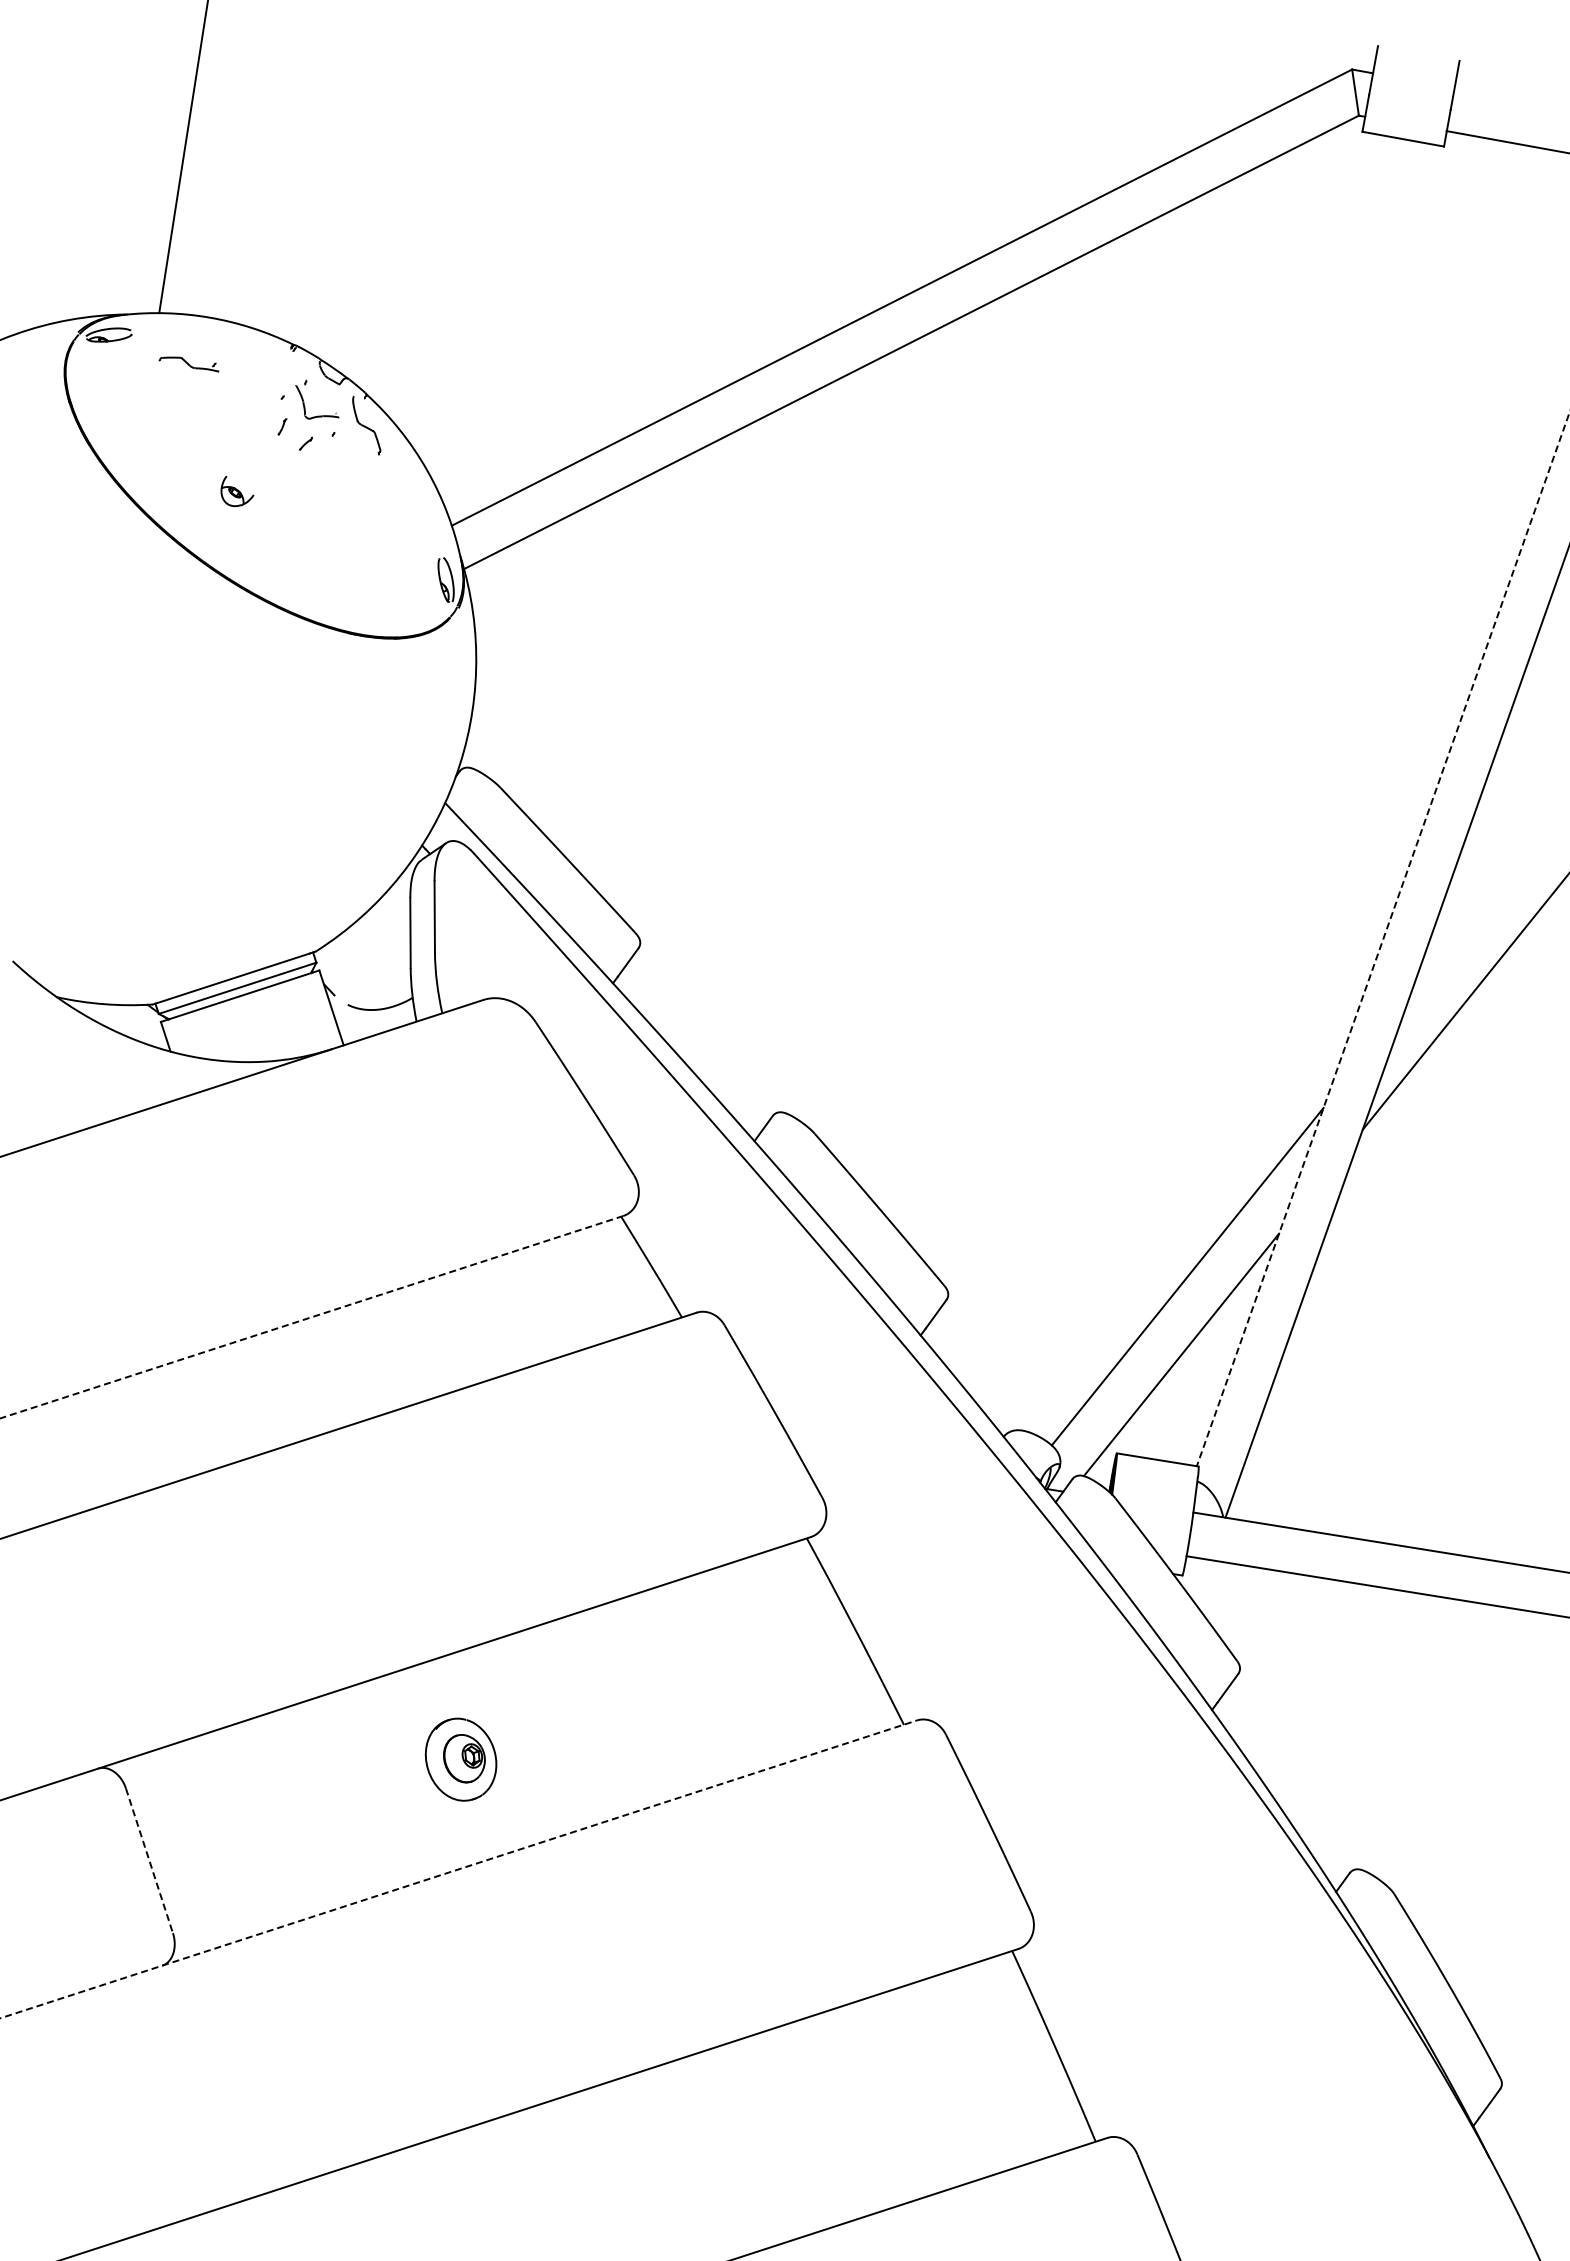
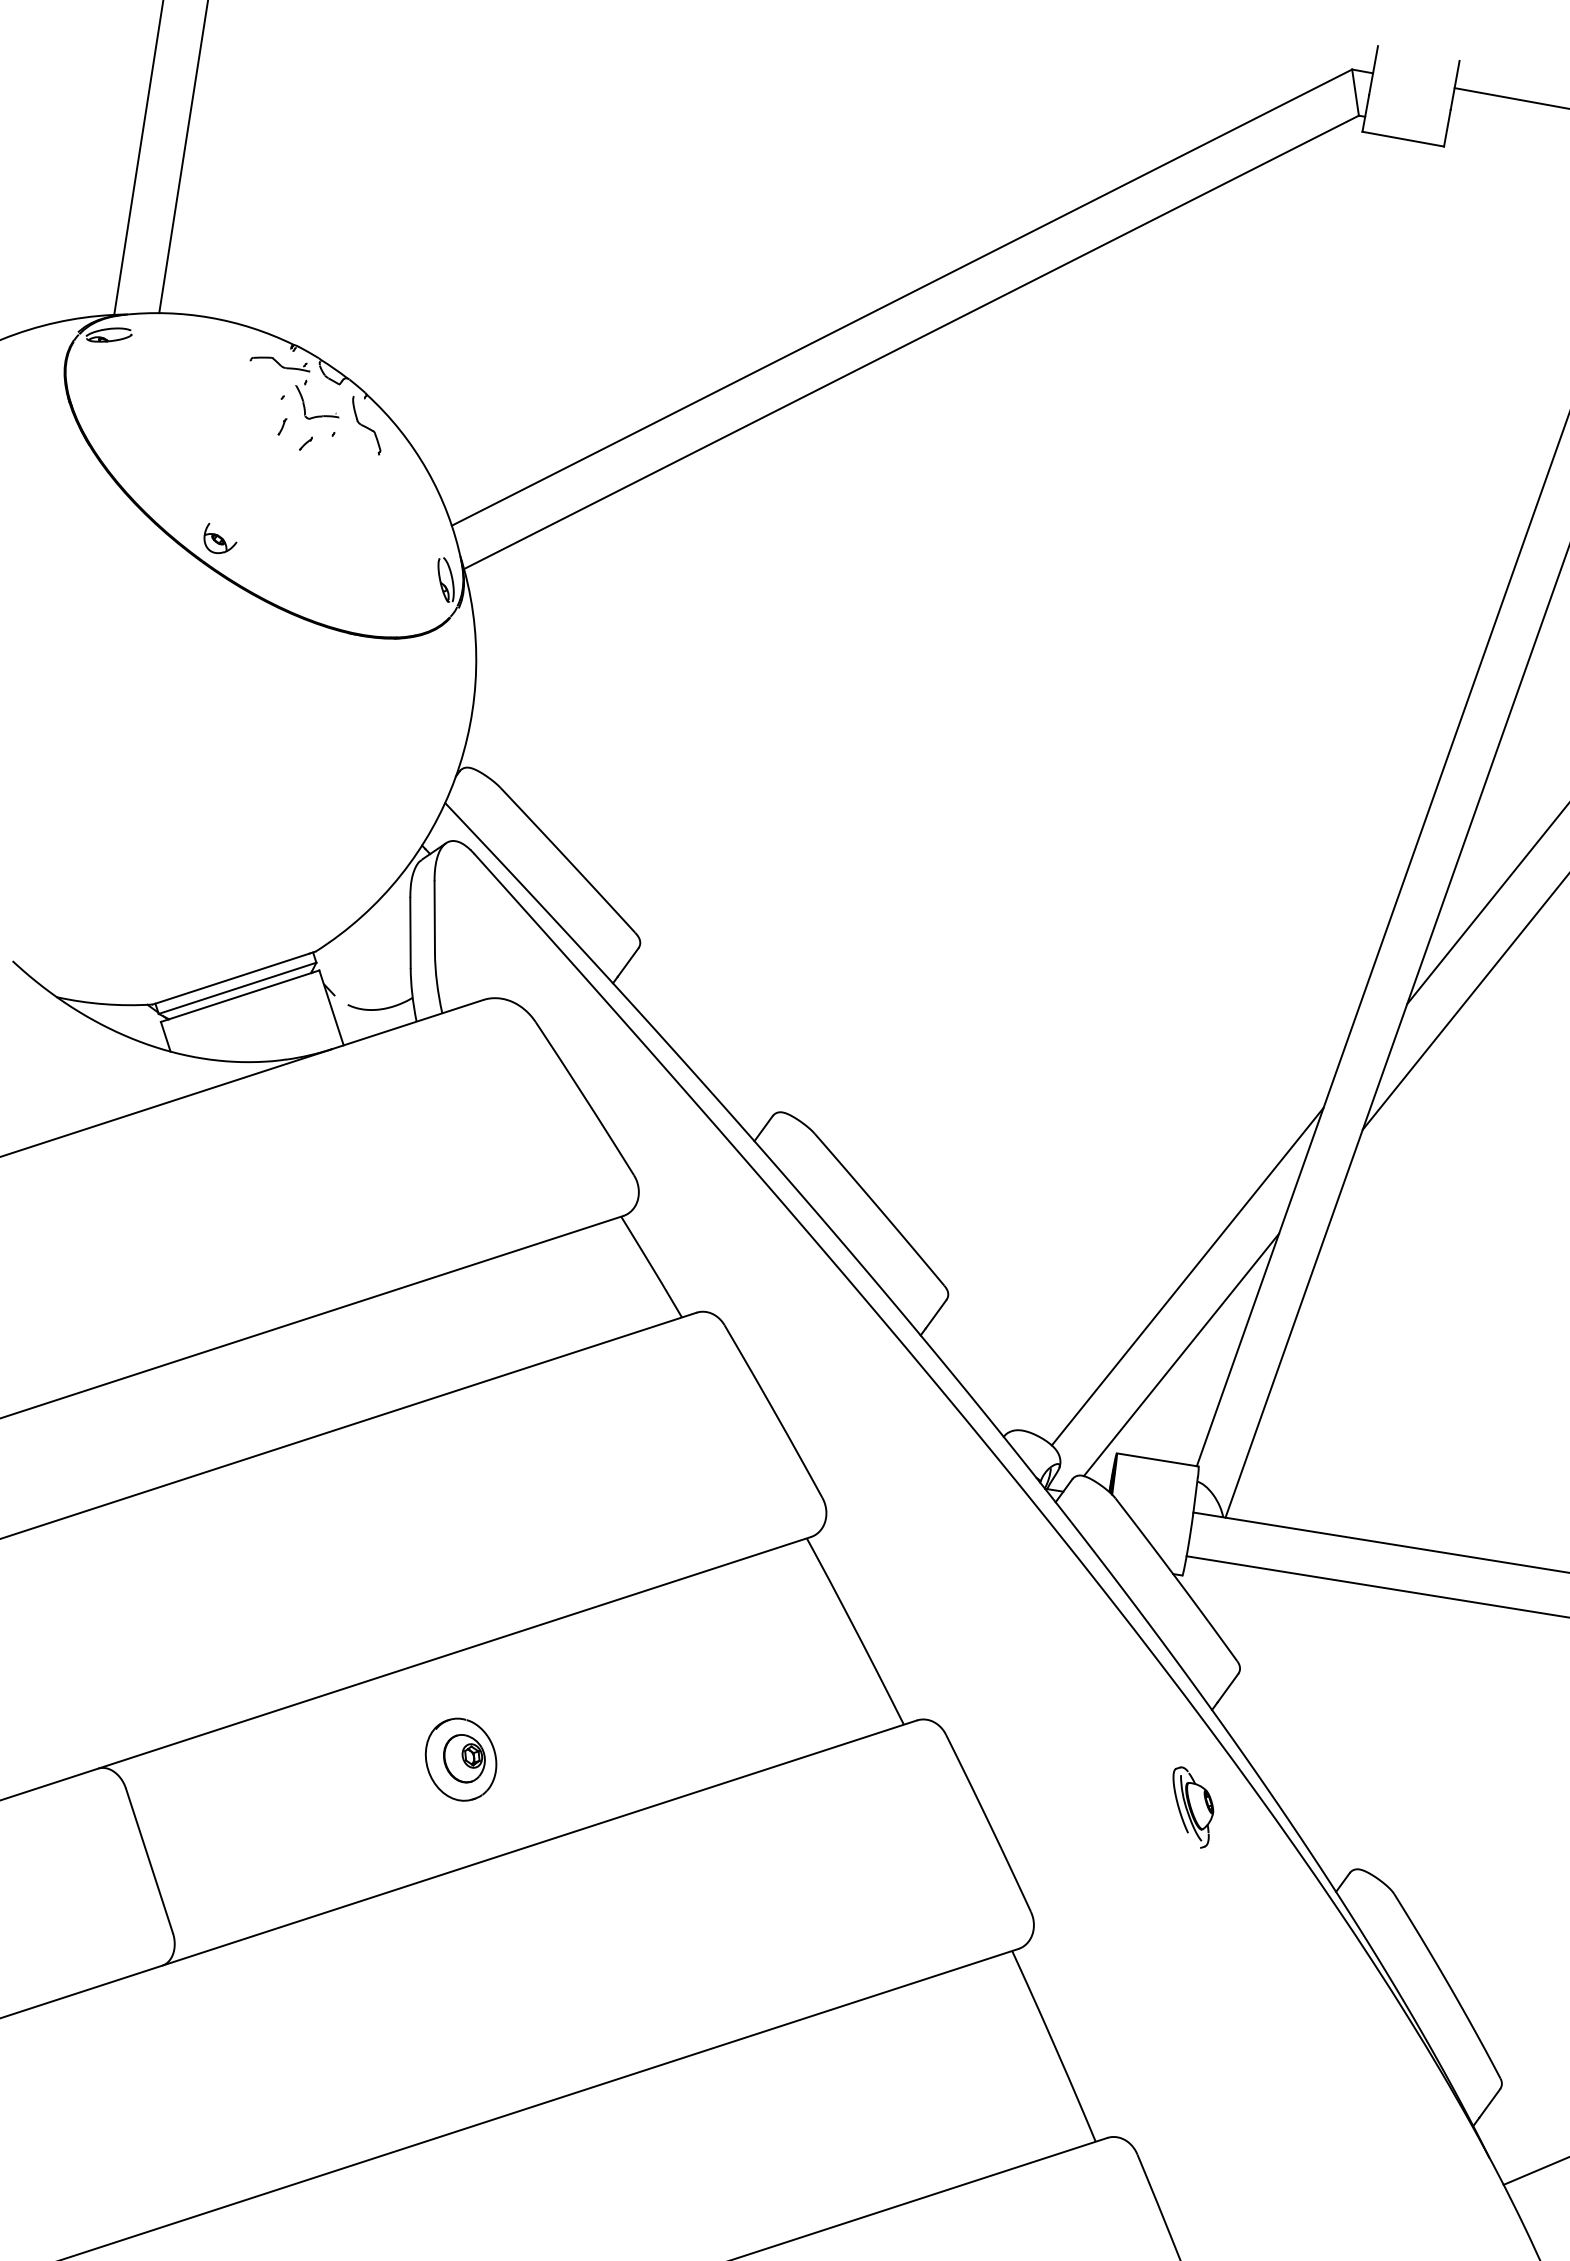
line at (1506, 141) position: (1506, 141) -> (1510, 98)
line at (138, 158): none -> present
part at (188, 364) position: (188, 364) -> (279, 364)
part at (237, 491) position: (237, 491) -> (220, 538)
line at (1486, 905): none -> present
line at (1383, 939): dashed -> solid
line at (311, 1317): dashed -> solid
part at (1193, 1807): none -> present
line at (149, 1860): dashed -> solid
line at (458, 1869): dashed -> solid
line at (1534, 2171): none -> present
